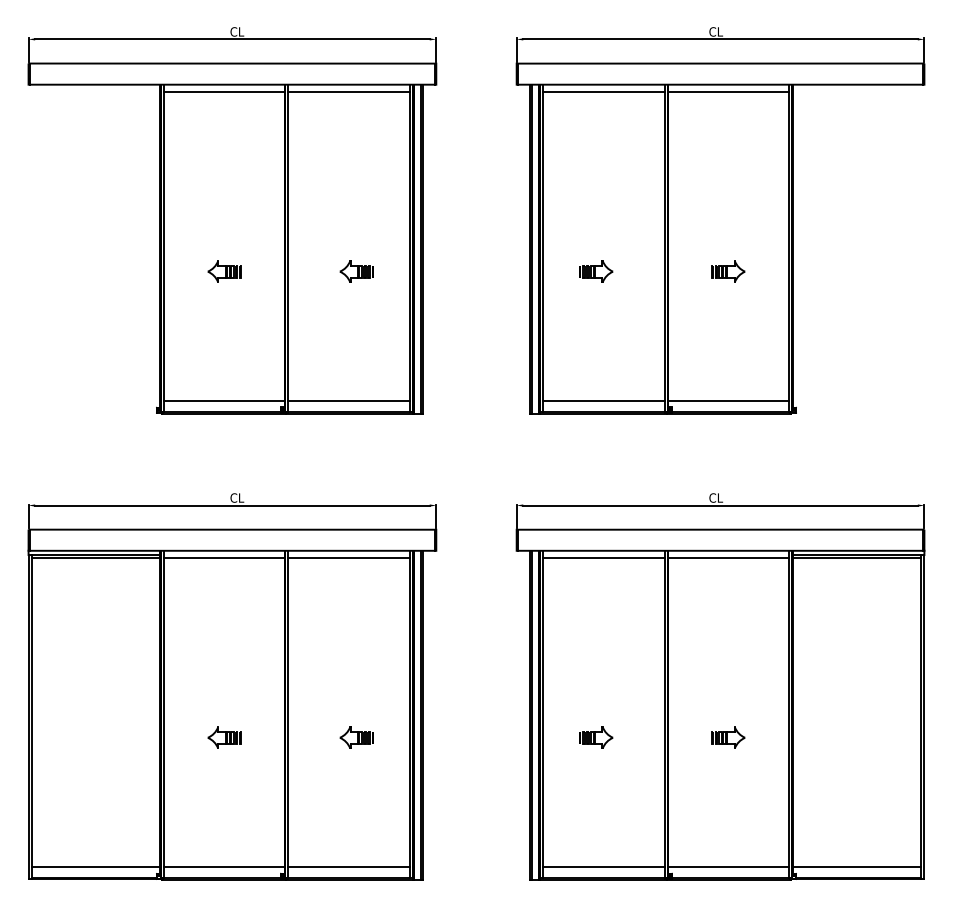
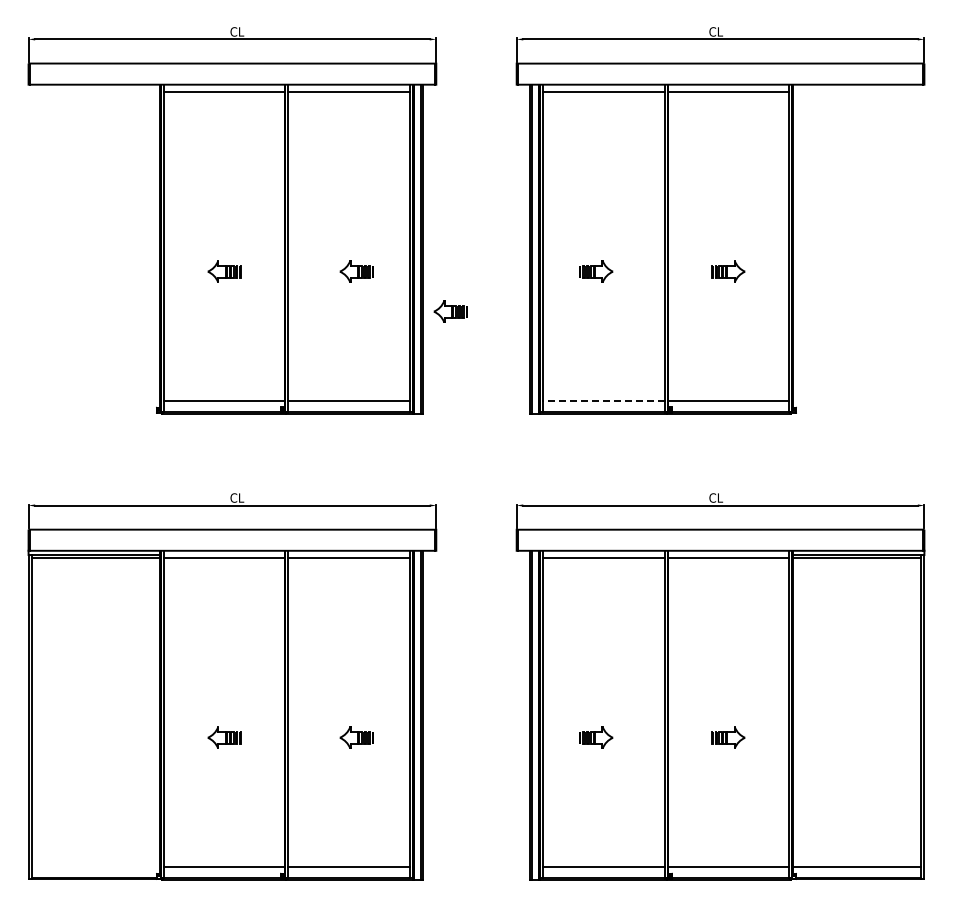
part at (450, 311): none -> present
line at (603, 400): solid -> dashed
line at (96, 866): present -> none
